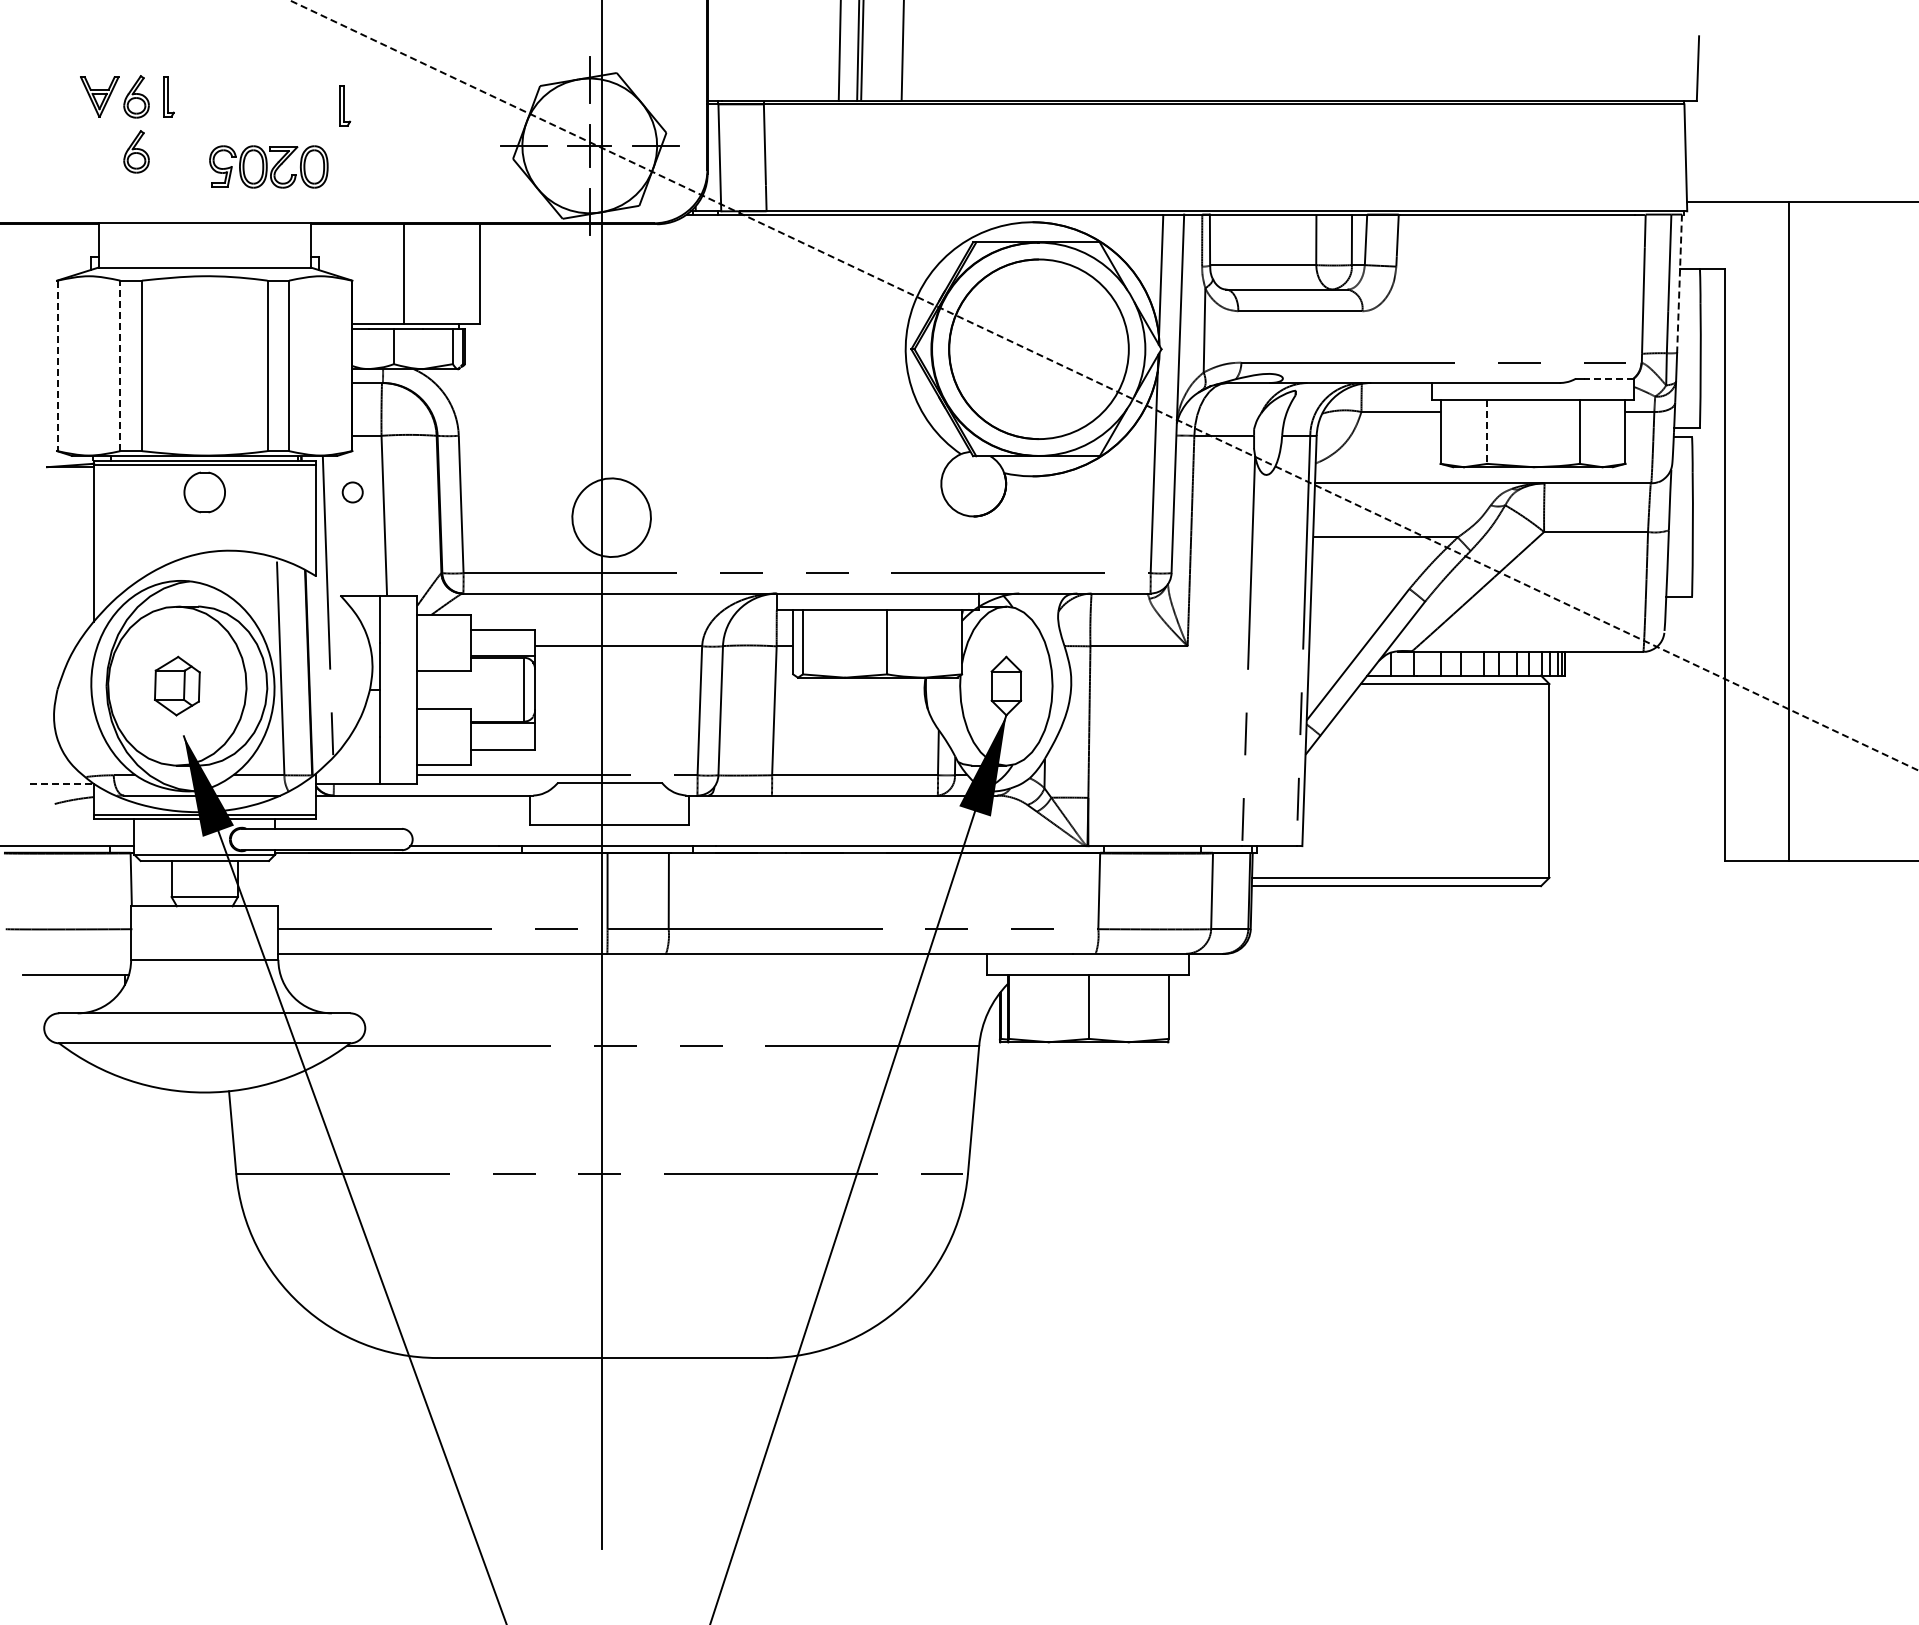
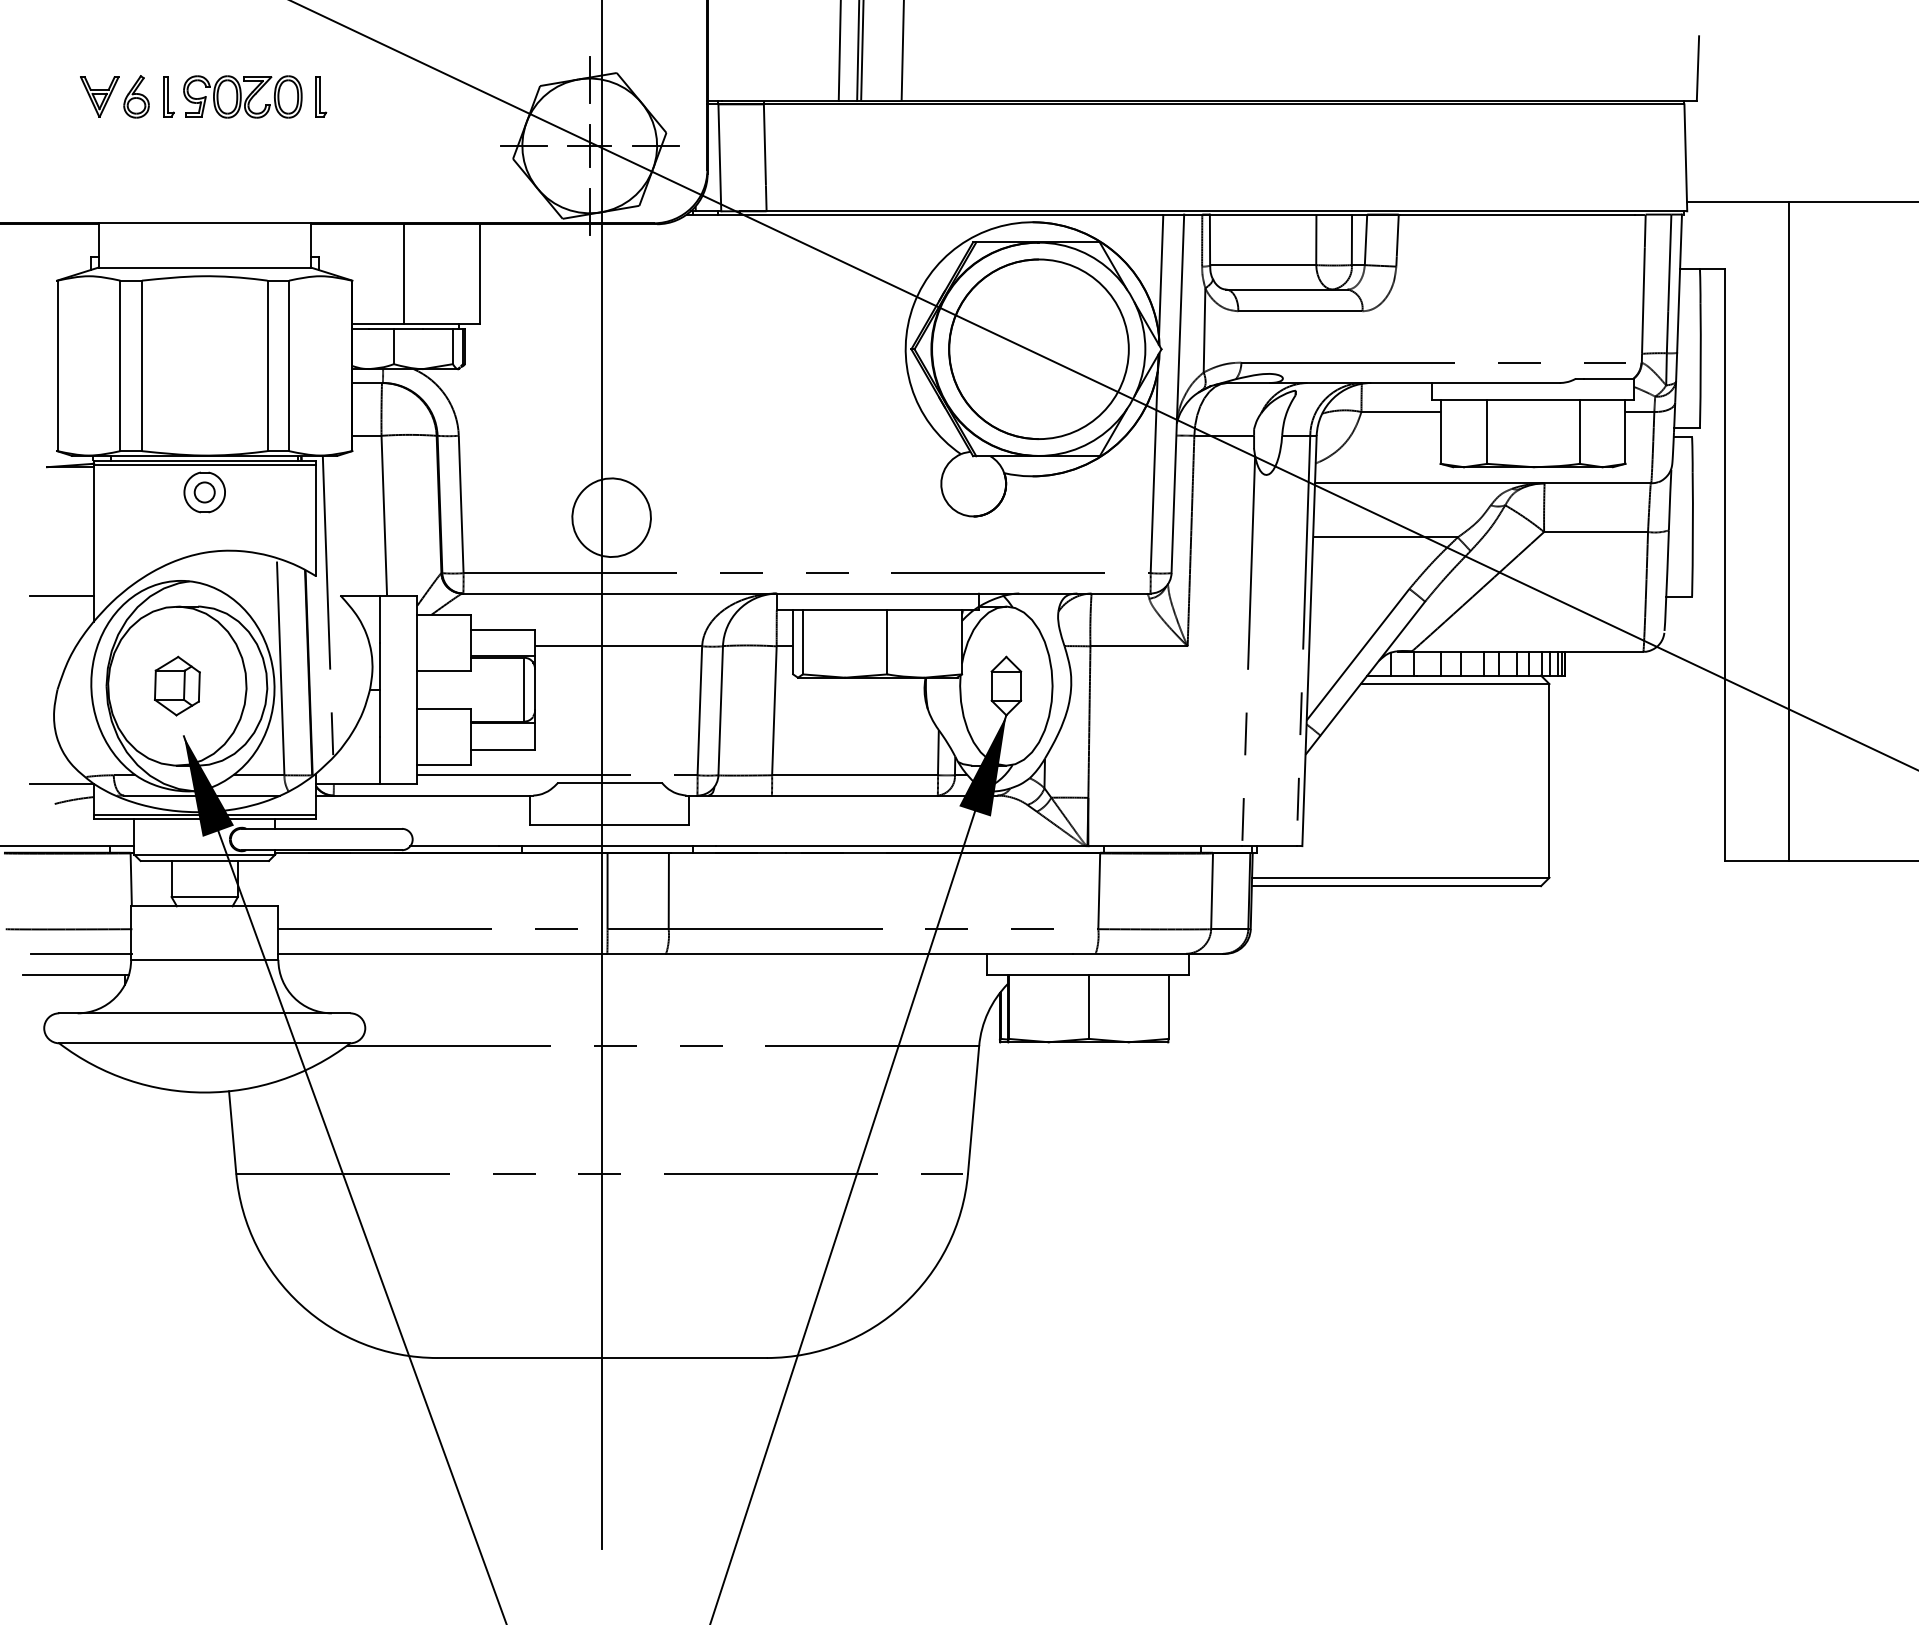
part at (345, 105) position: (345, 105) -> (321, 96)
part at (136, 151): present -> none
part at (268, 166) position: (268, 166) -> (242, 96)
line at (1679, 284): dashed -> solid
line at (120, 365): dashed -> solid
line at (57, 366): dashed -> solid
line at (1608, 378): dashed -> solid
line at (1104, 385): dashed -> solid
line at (1487, 432): dashed -> solid
circle at (352, 492) position: (352, 492) -> (204, 492)
line at (61, 595): none -> present
line at (62, 783): dashed -> solid
line at (81, 953): none -> present
